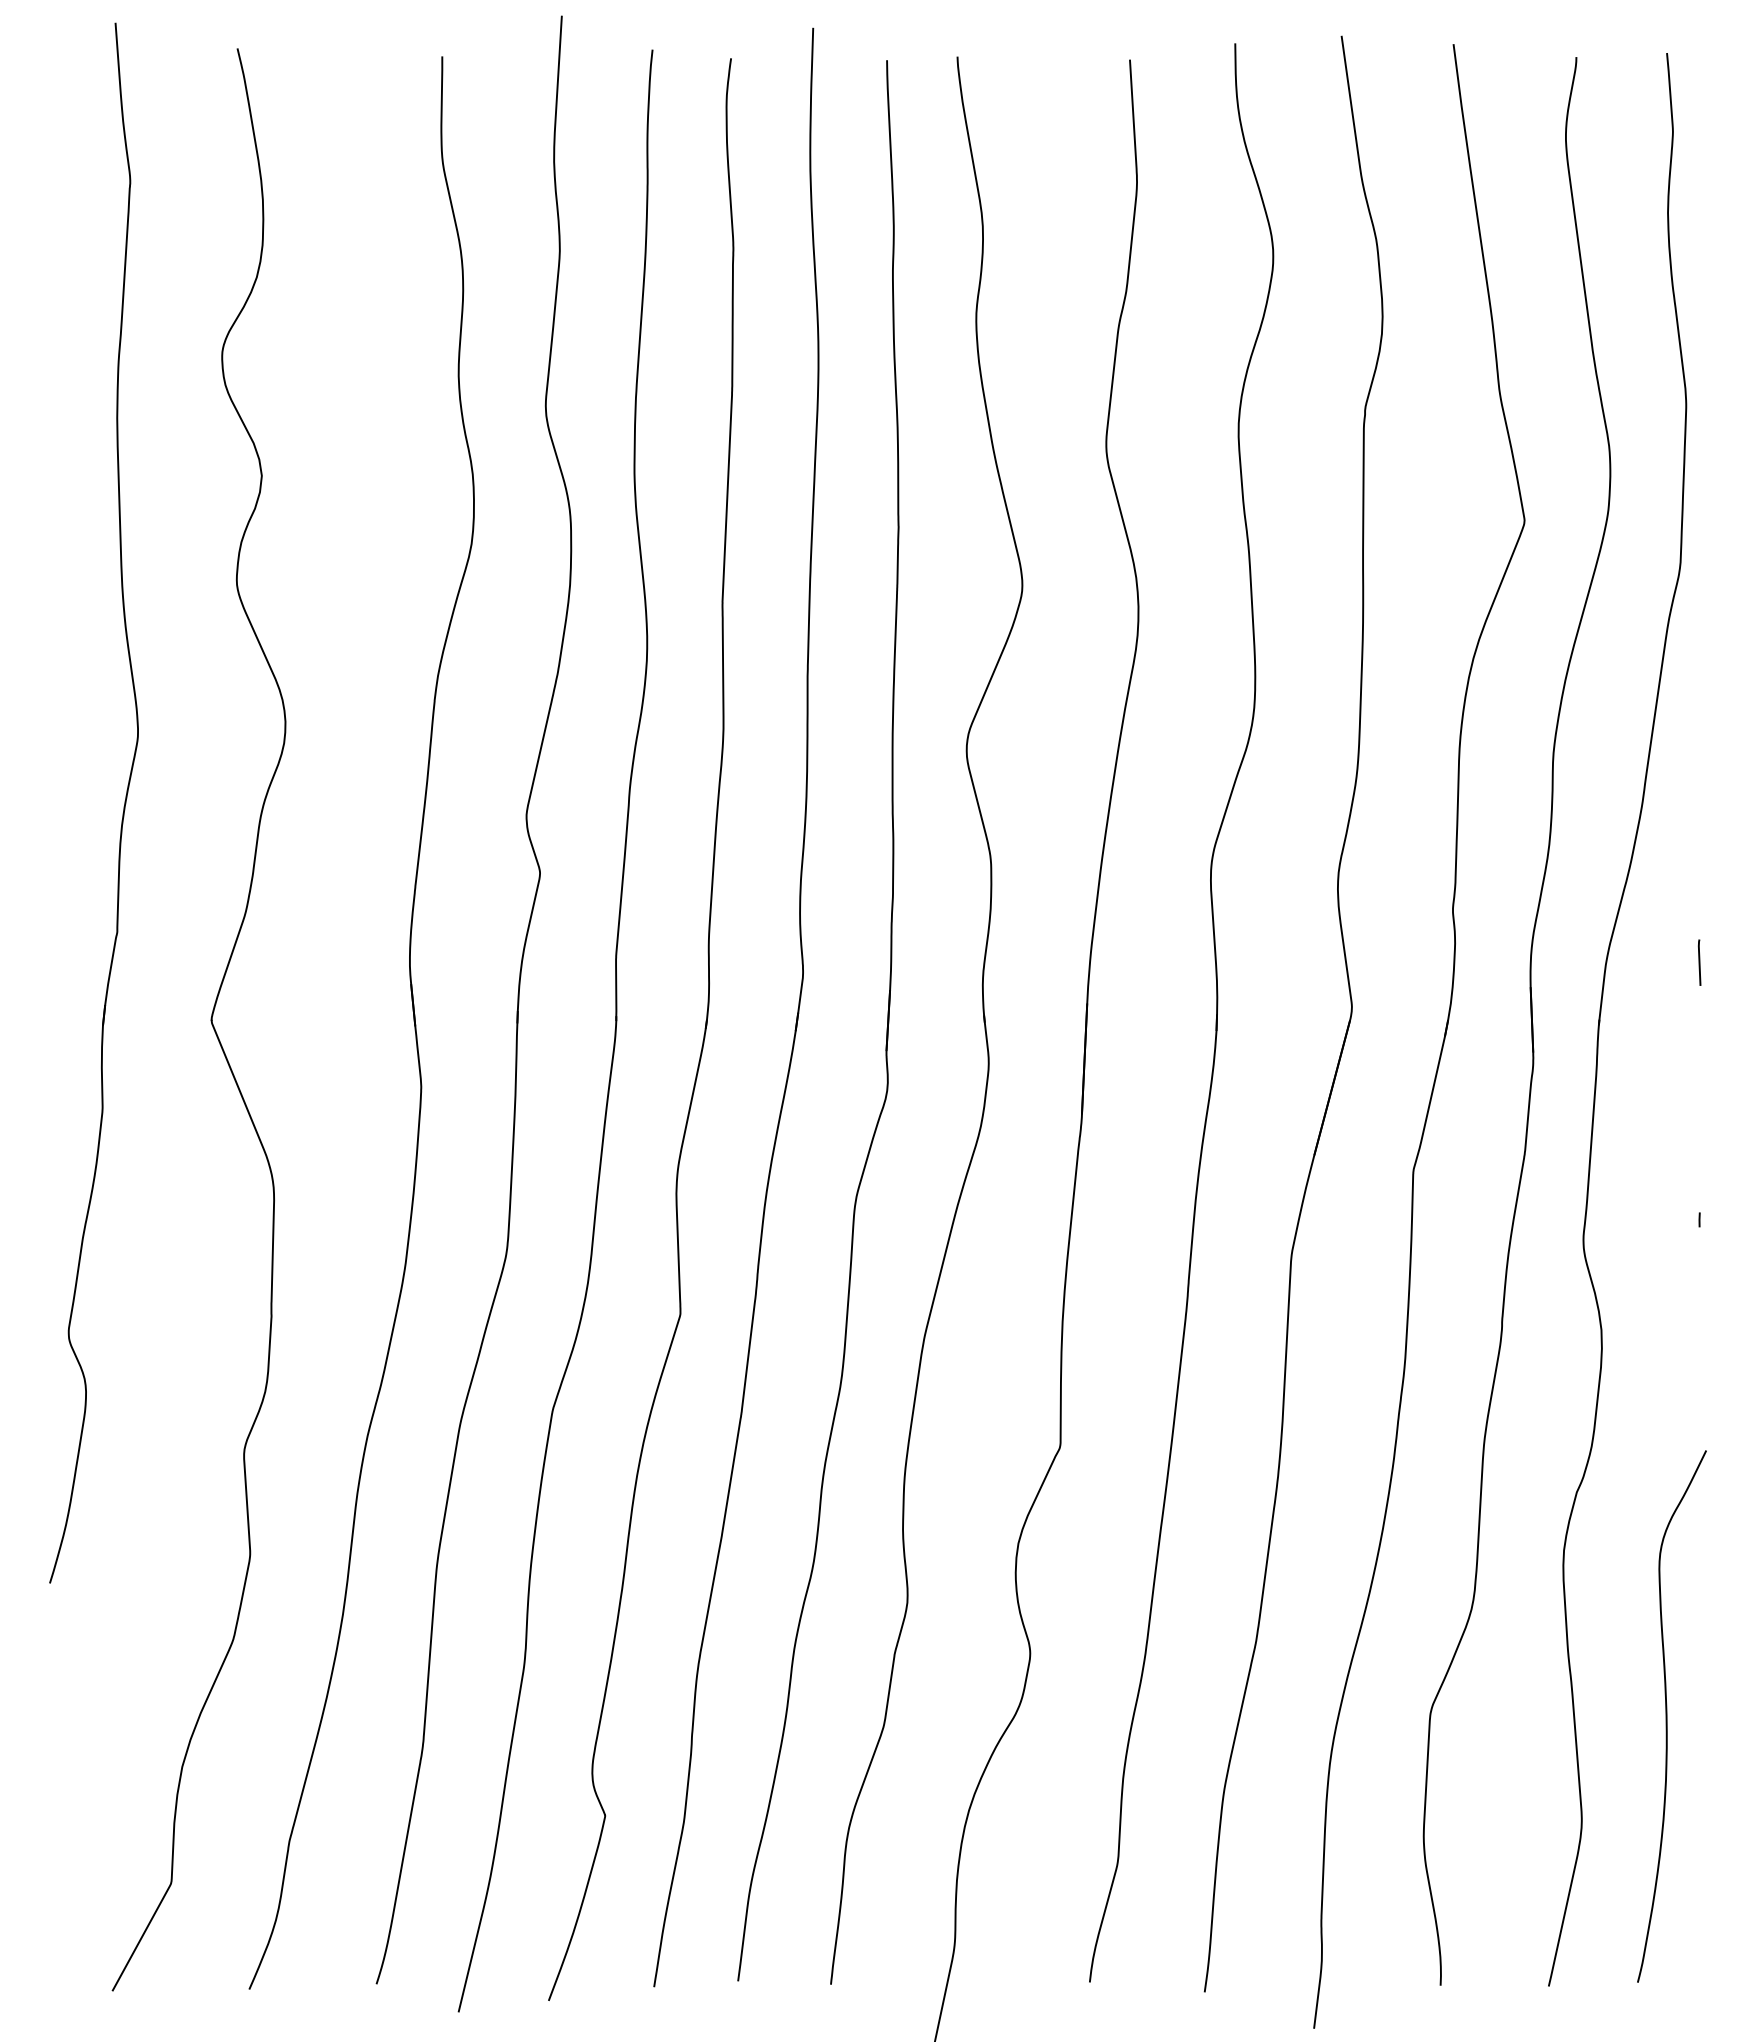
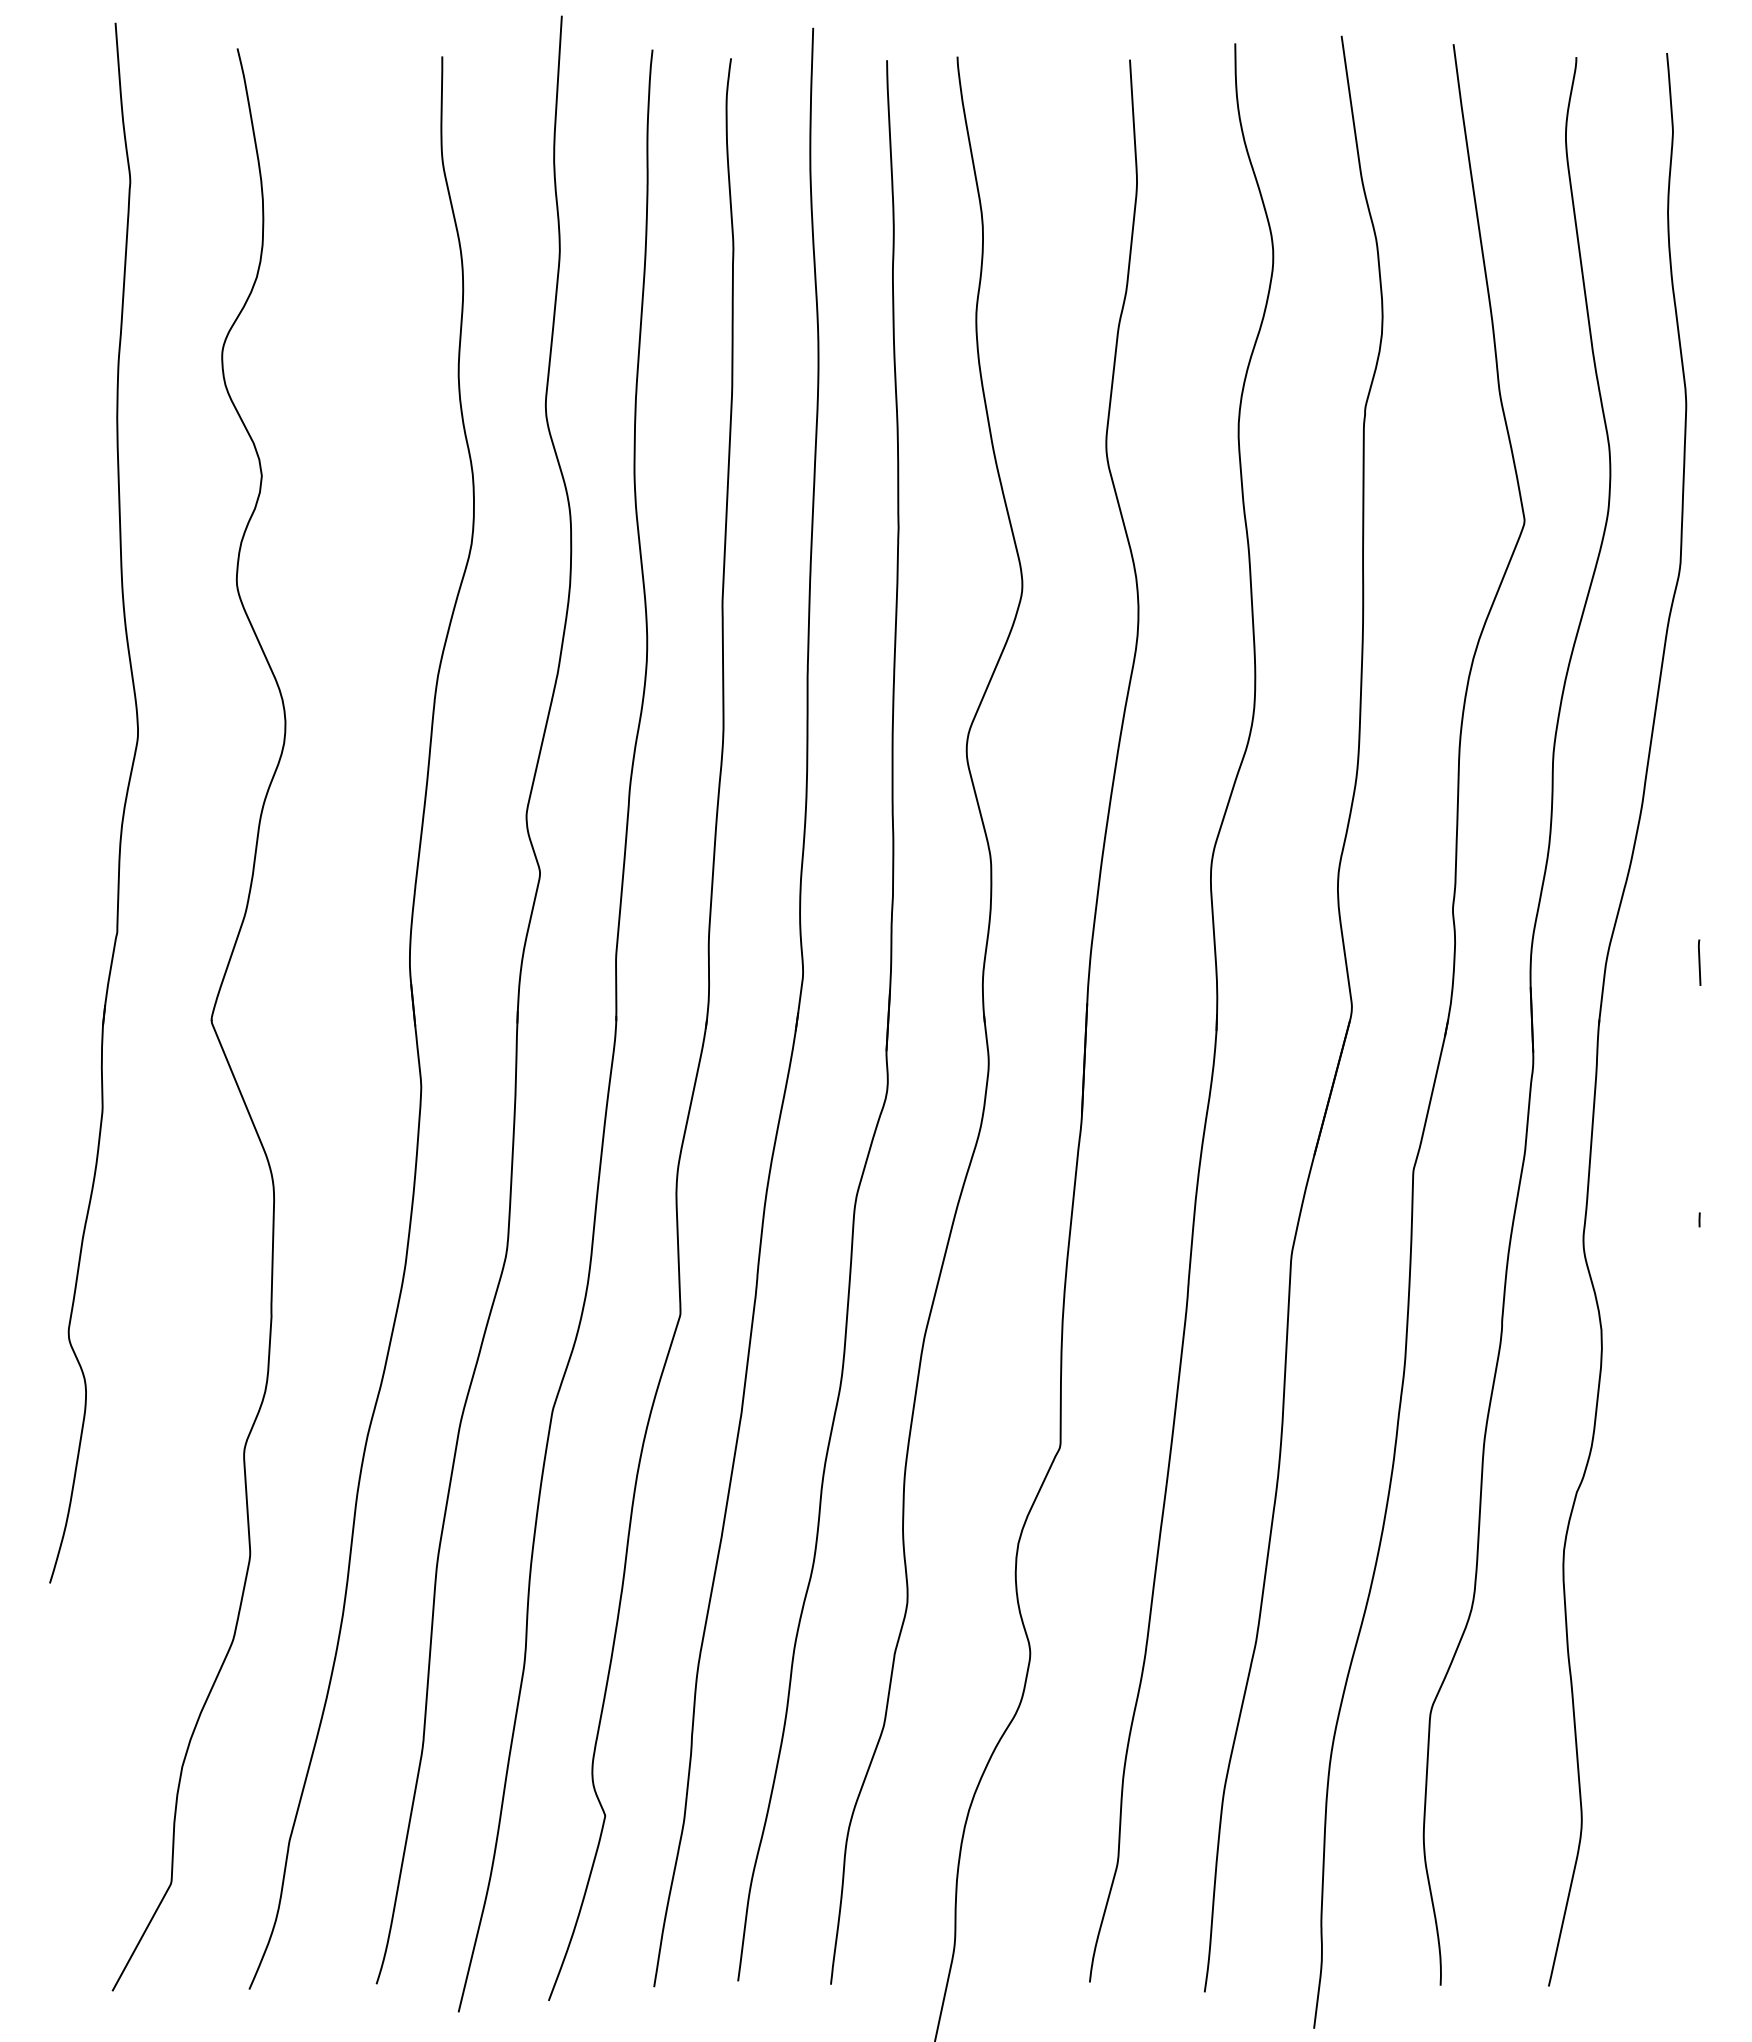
curve at (1667, 1716): present -> none
